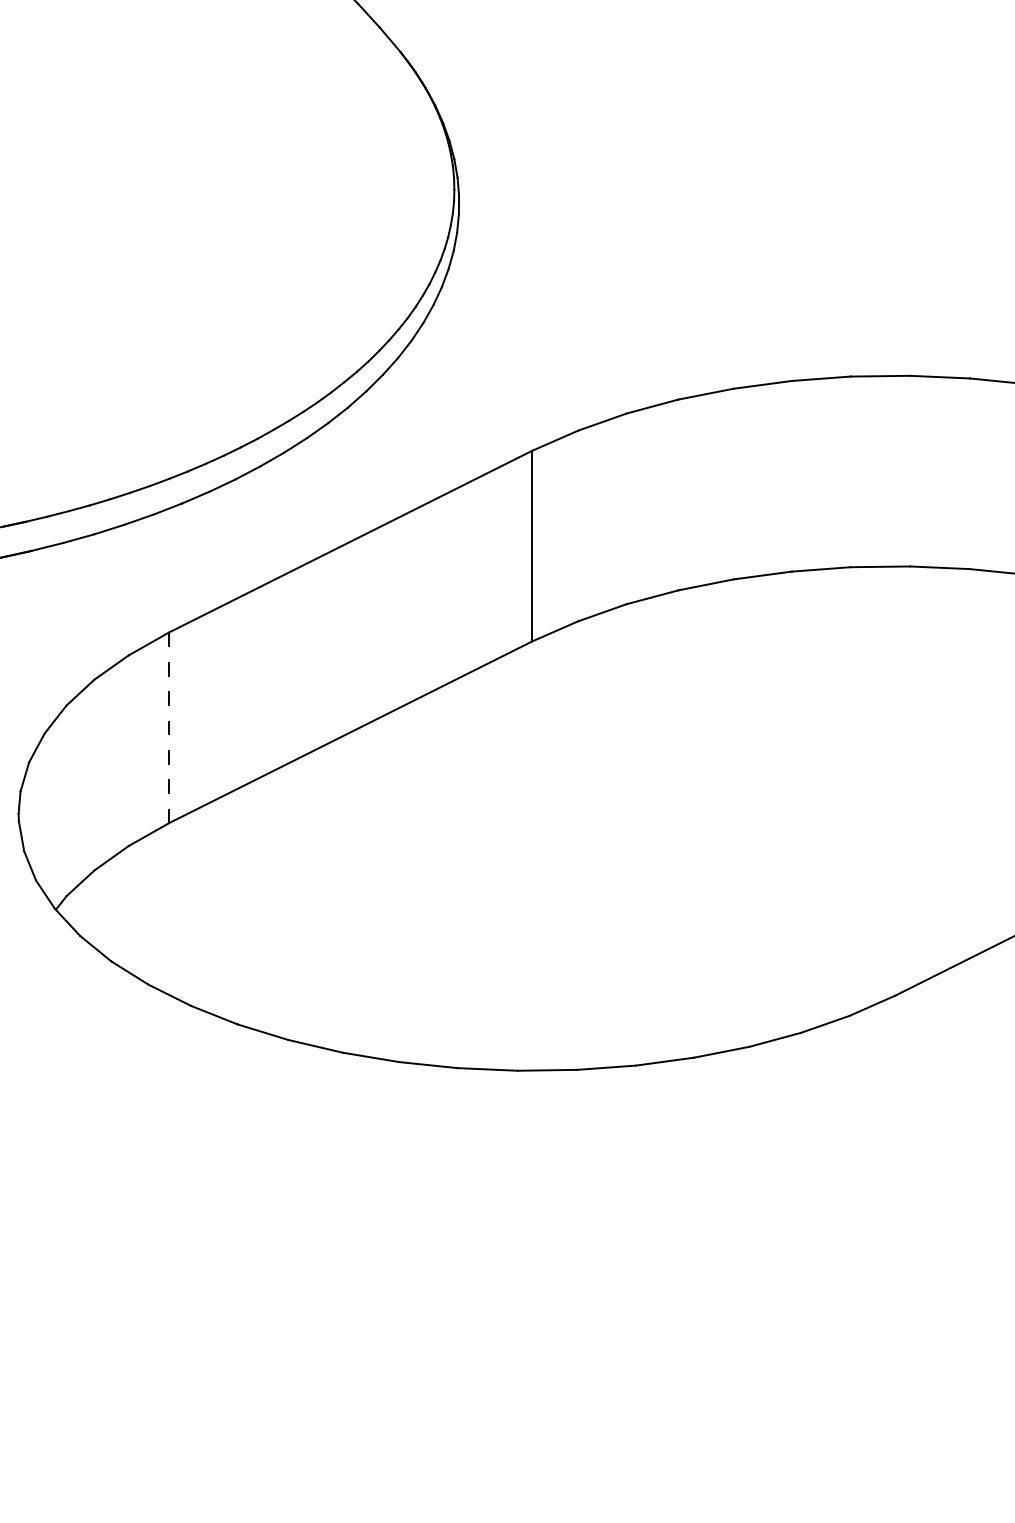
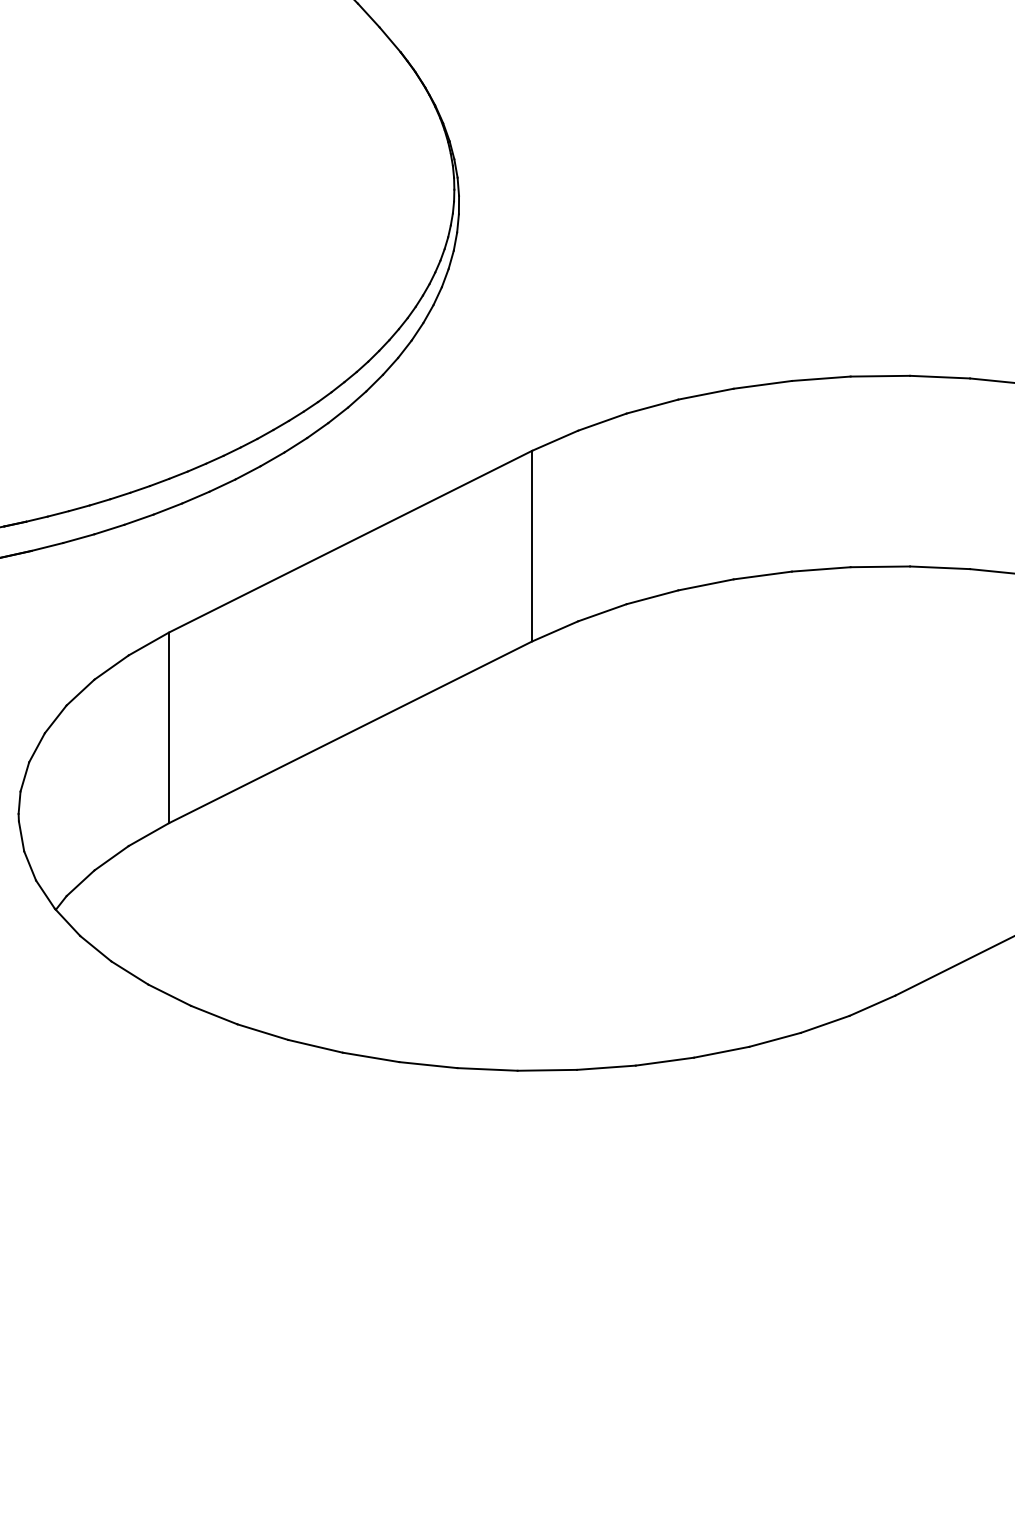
line at (169, 728): dashed -> solid
